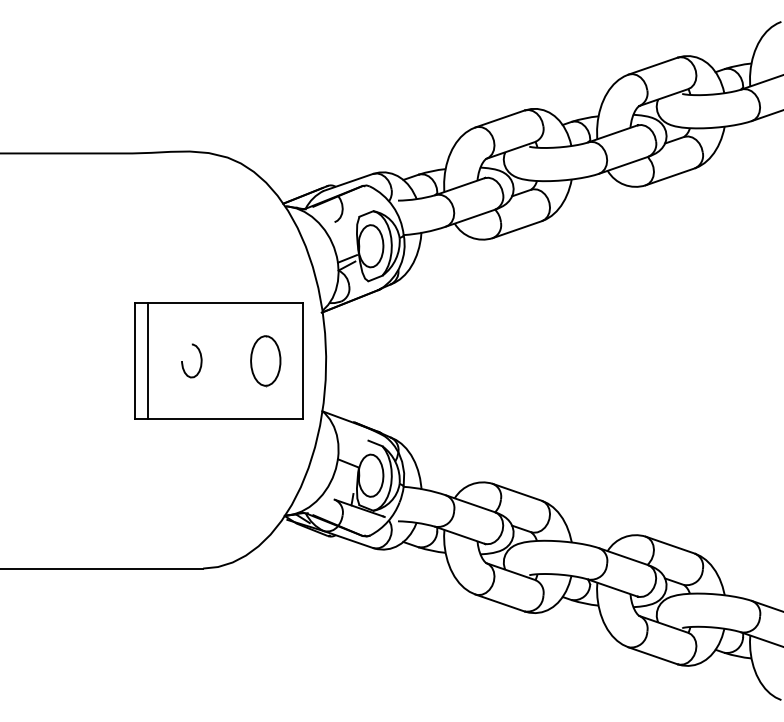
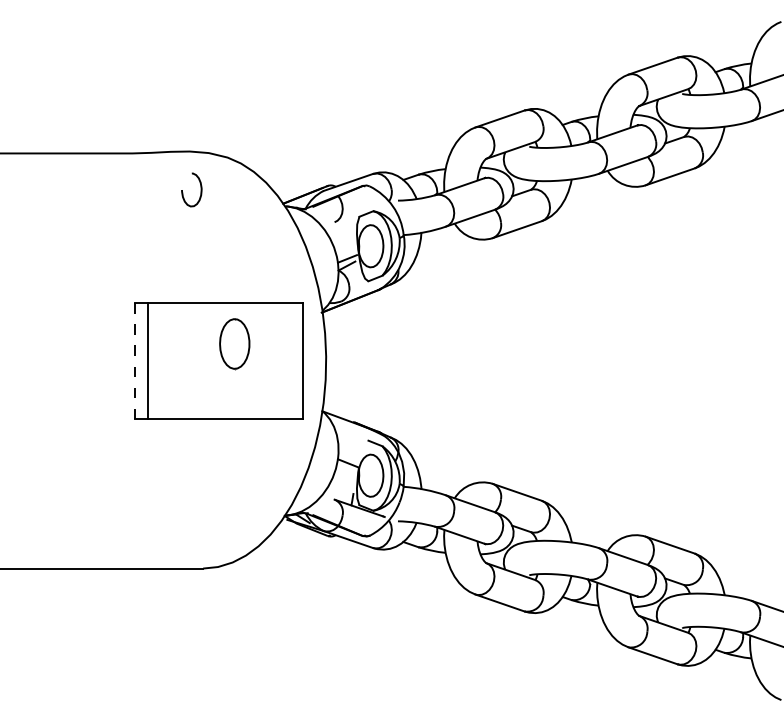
line at (135, 361): solid -> dashed
part at (265, 361) position: (265, 361) -> (234, 344)
part at (183, 363) position: (183, 363) -> (183, 192)
